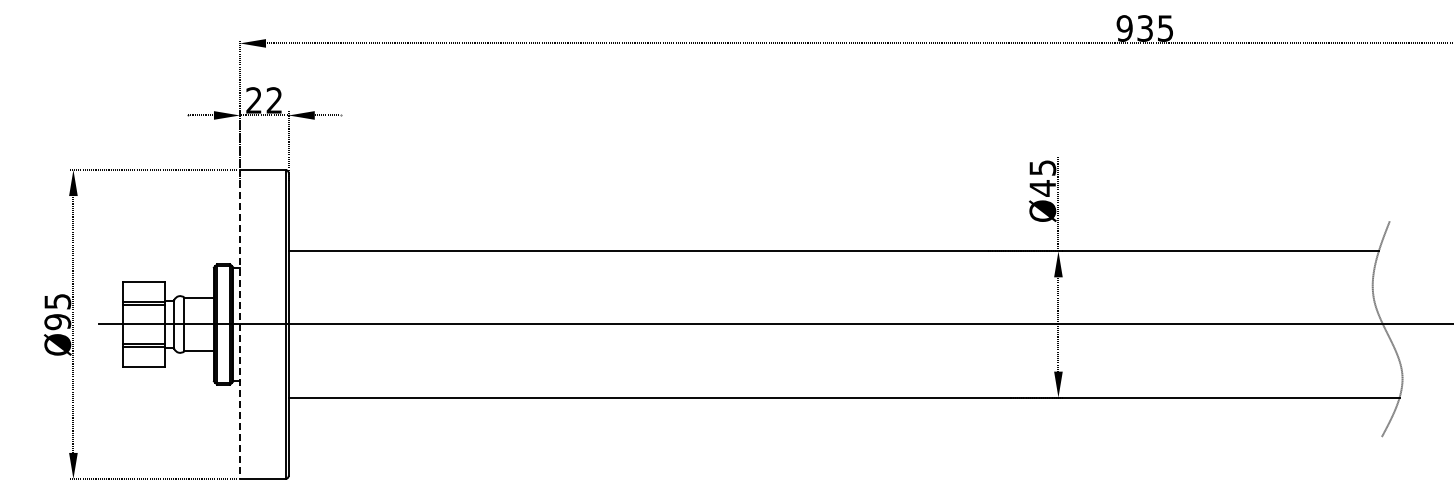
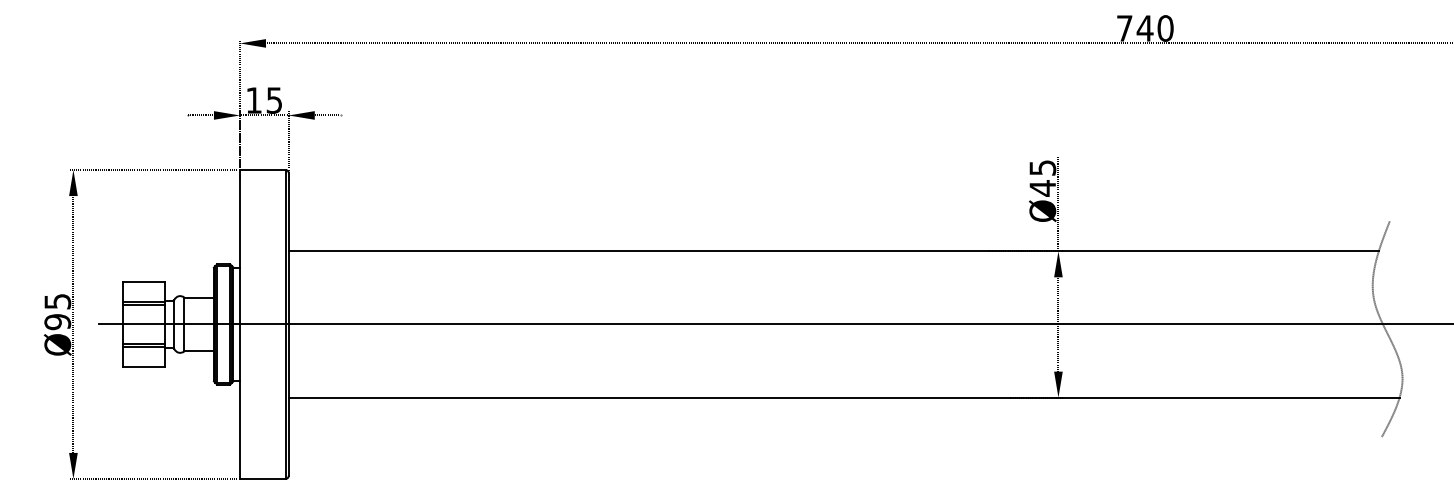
text at (1144, 28): 935 -> 740
text at (263, 100): 22 -> 15
line at (239, 324): dashed -> solid
